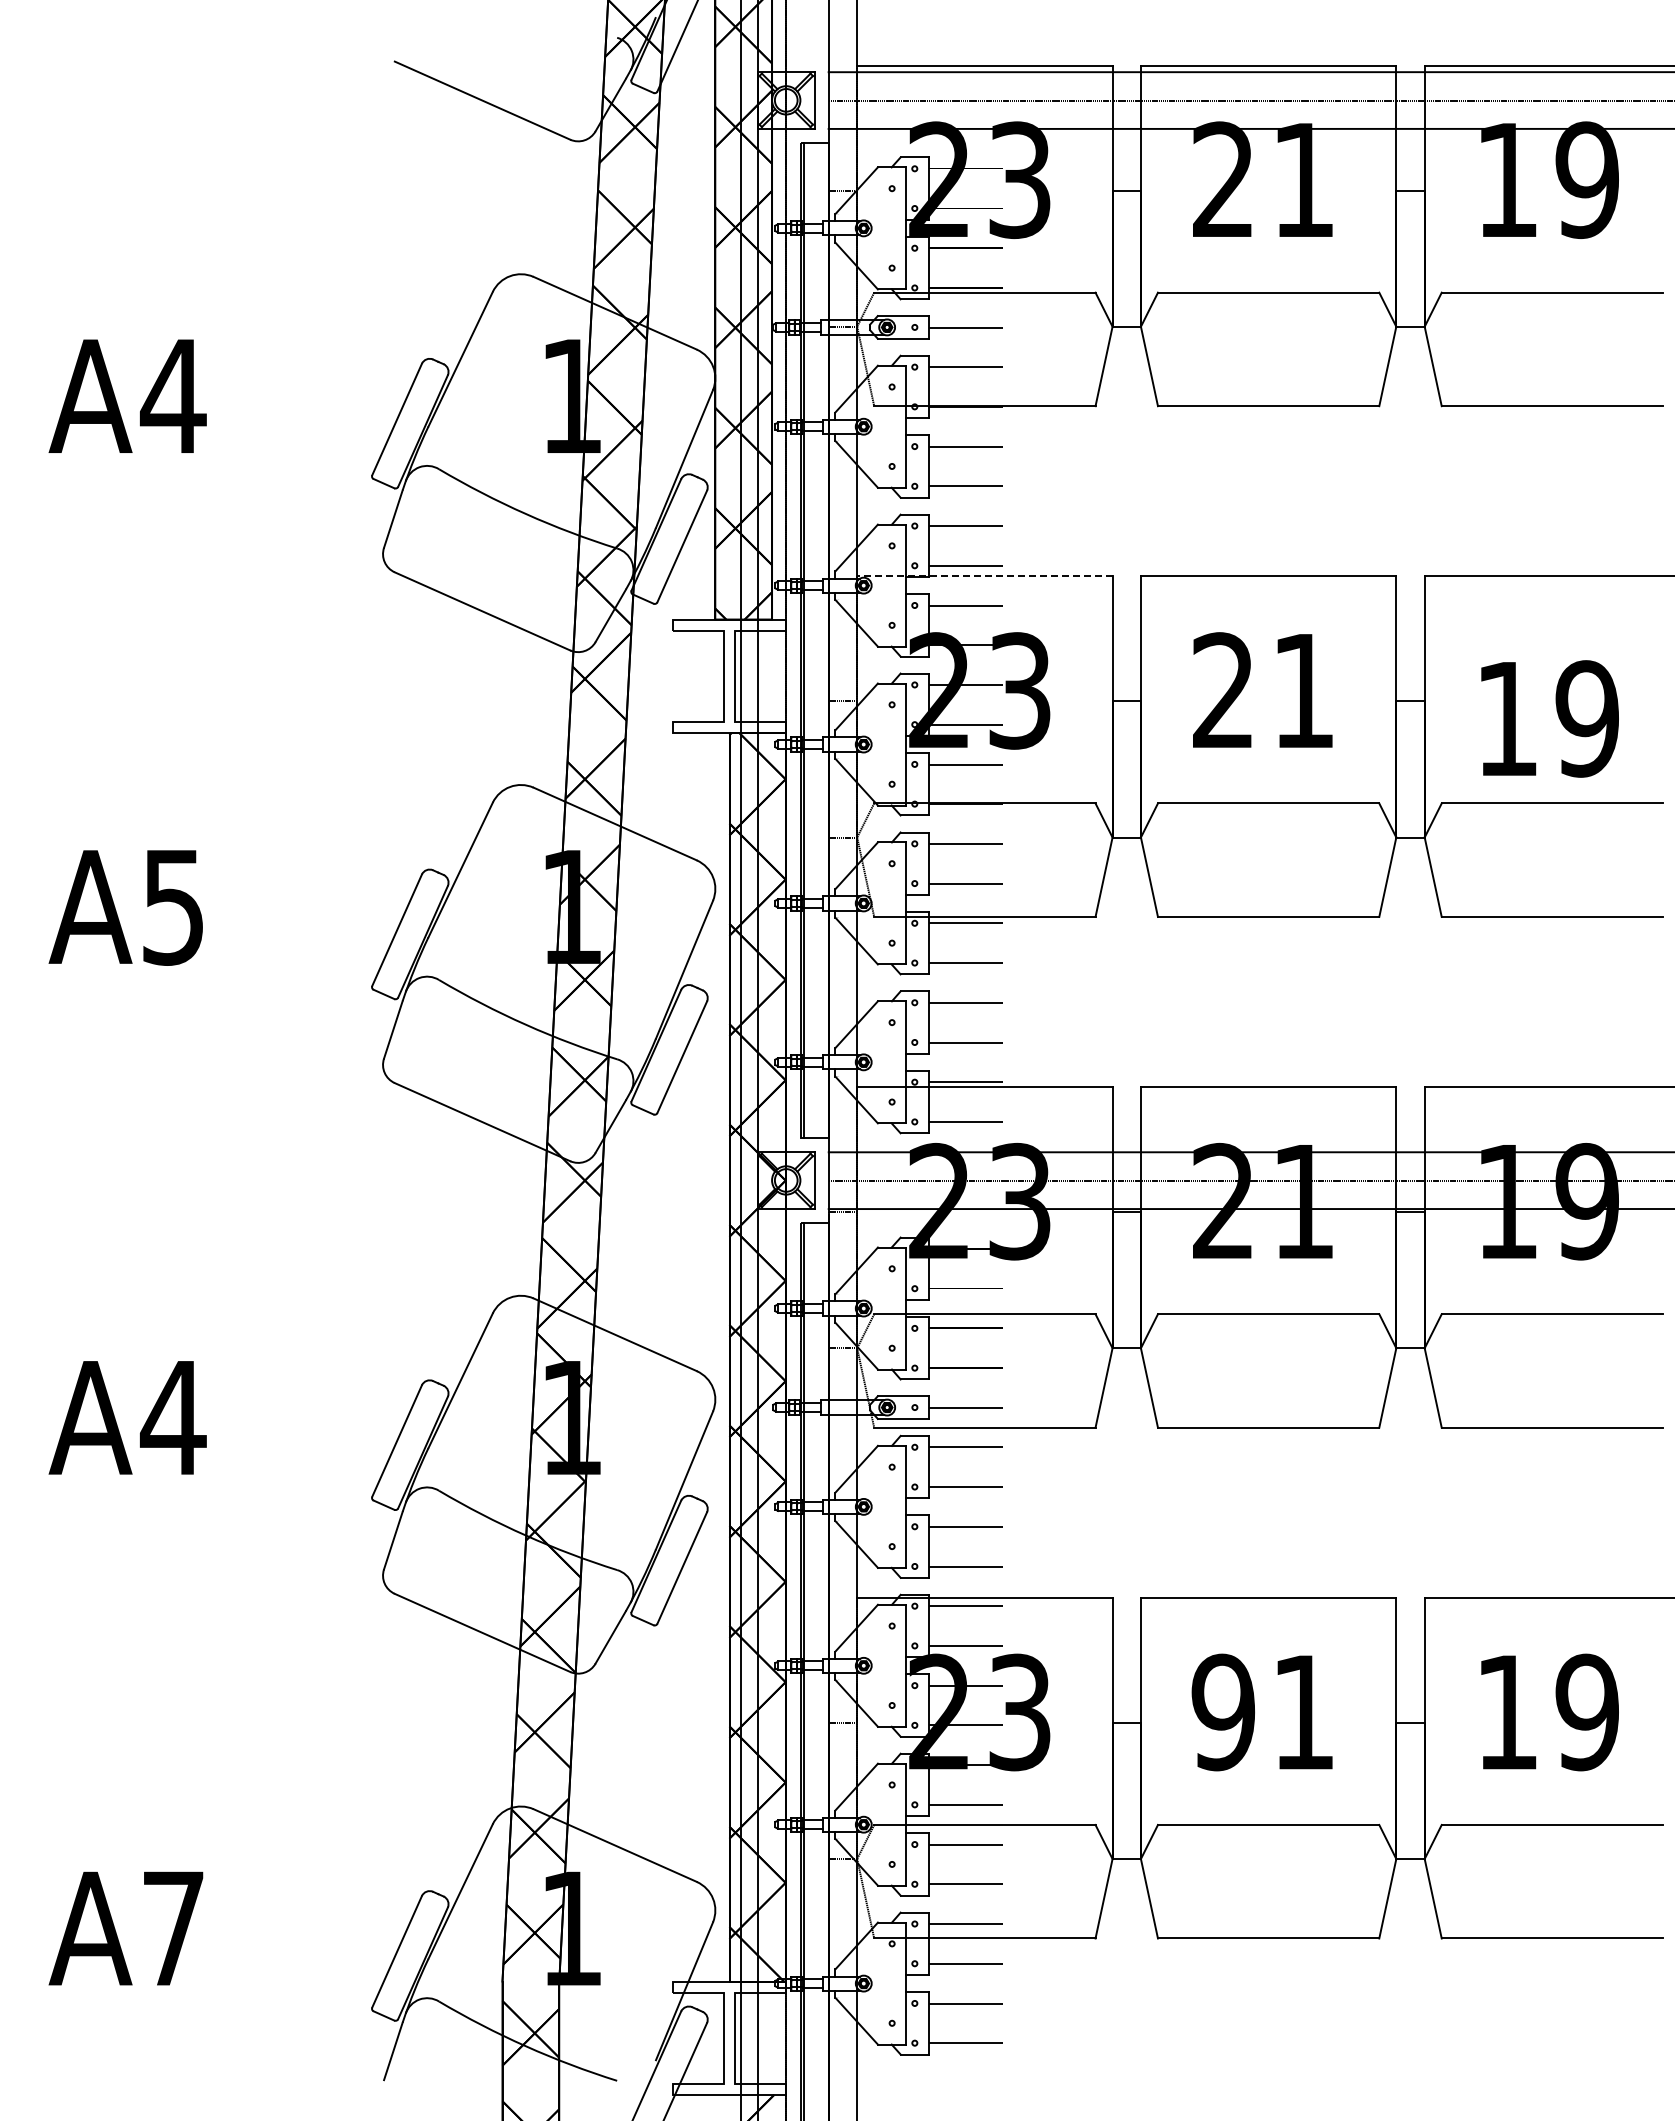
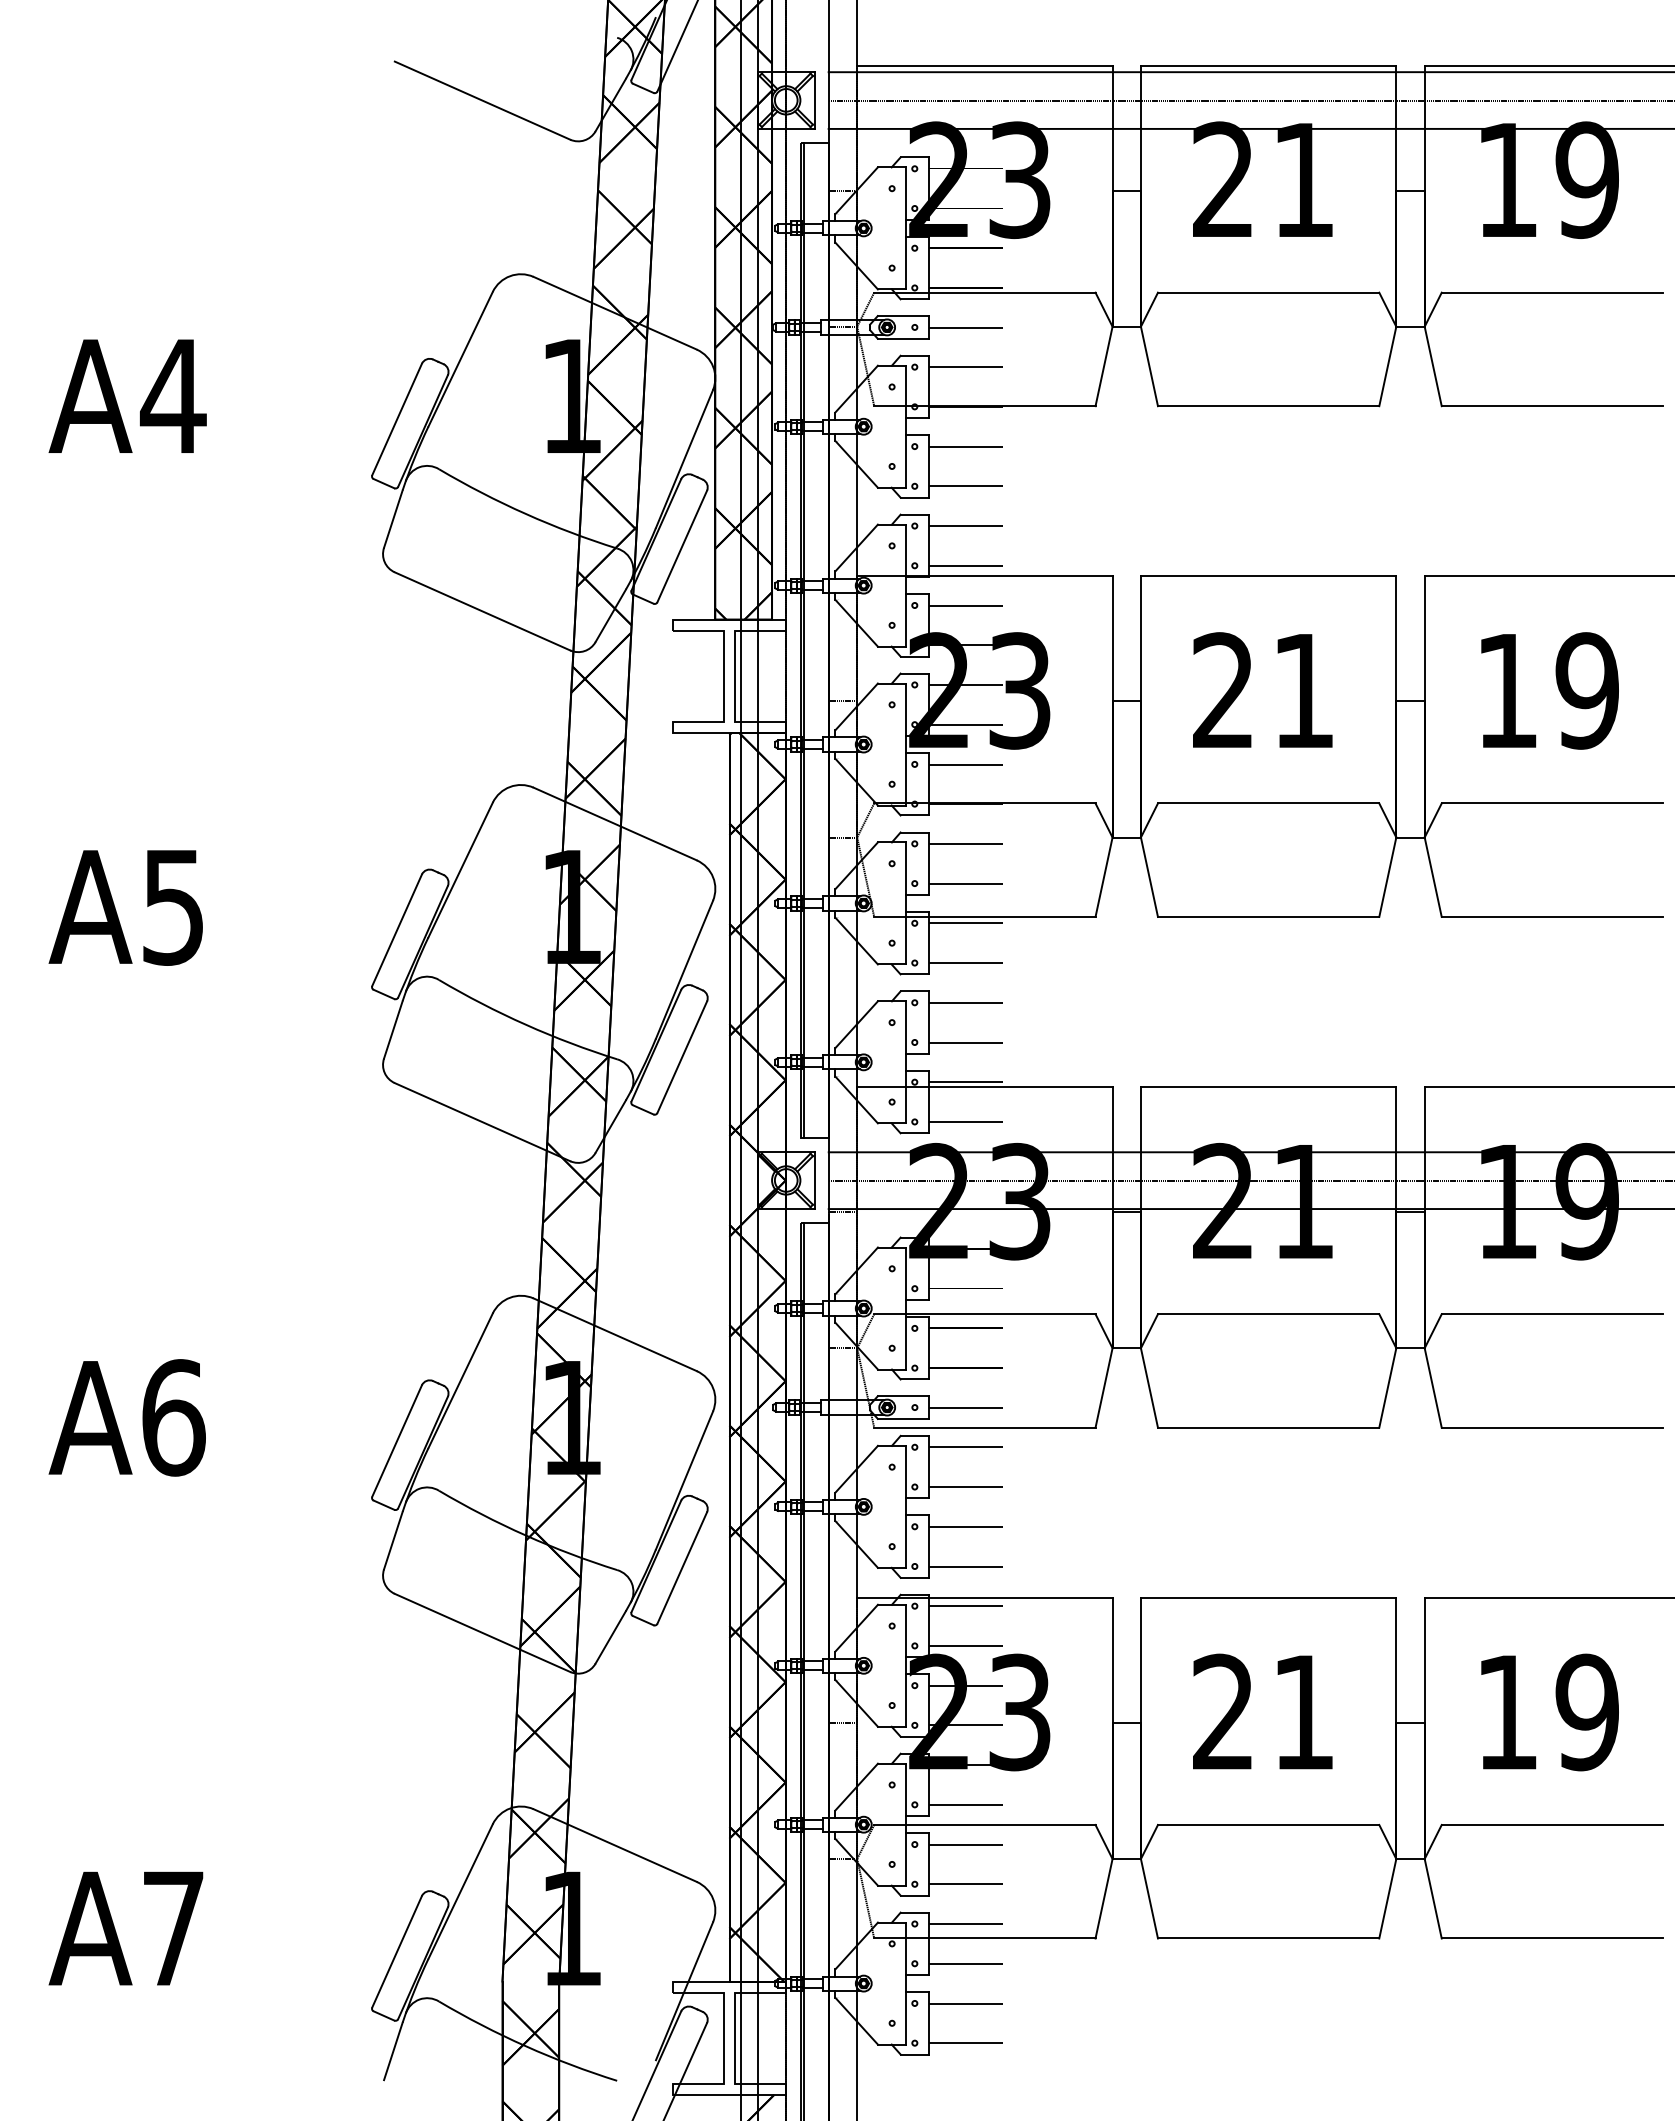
line at (984, 576): dashed -> solid
text at (1549, 718) position: (1549, 718) -> (1549, 690)
text at (172, 1417): A4 -> A6
text at (1223, 1712): 91 -> 21
